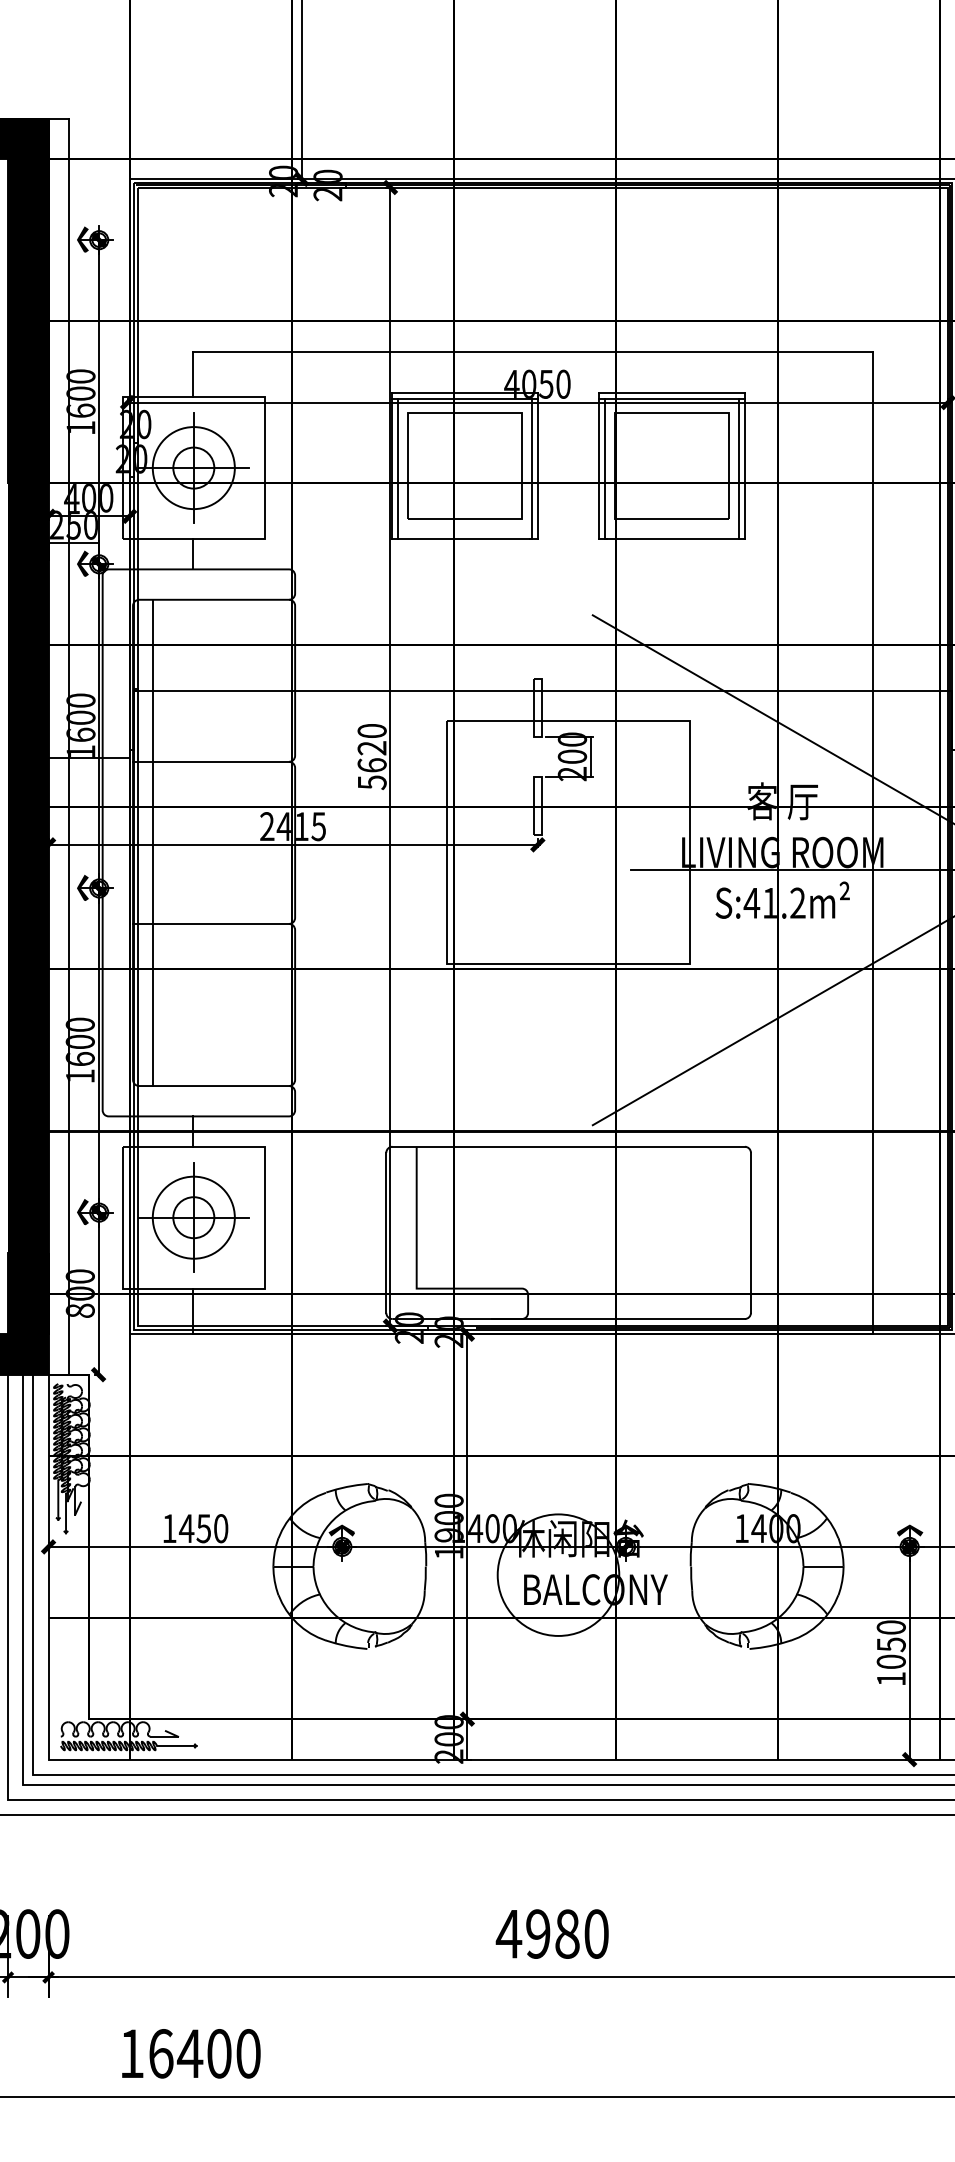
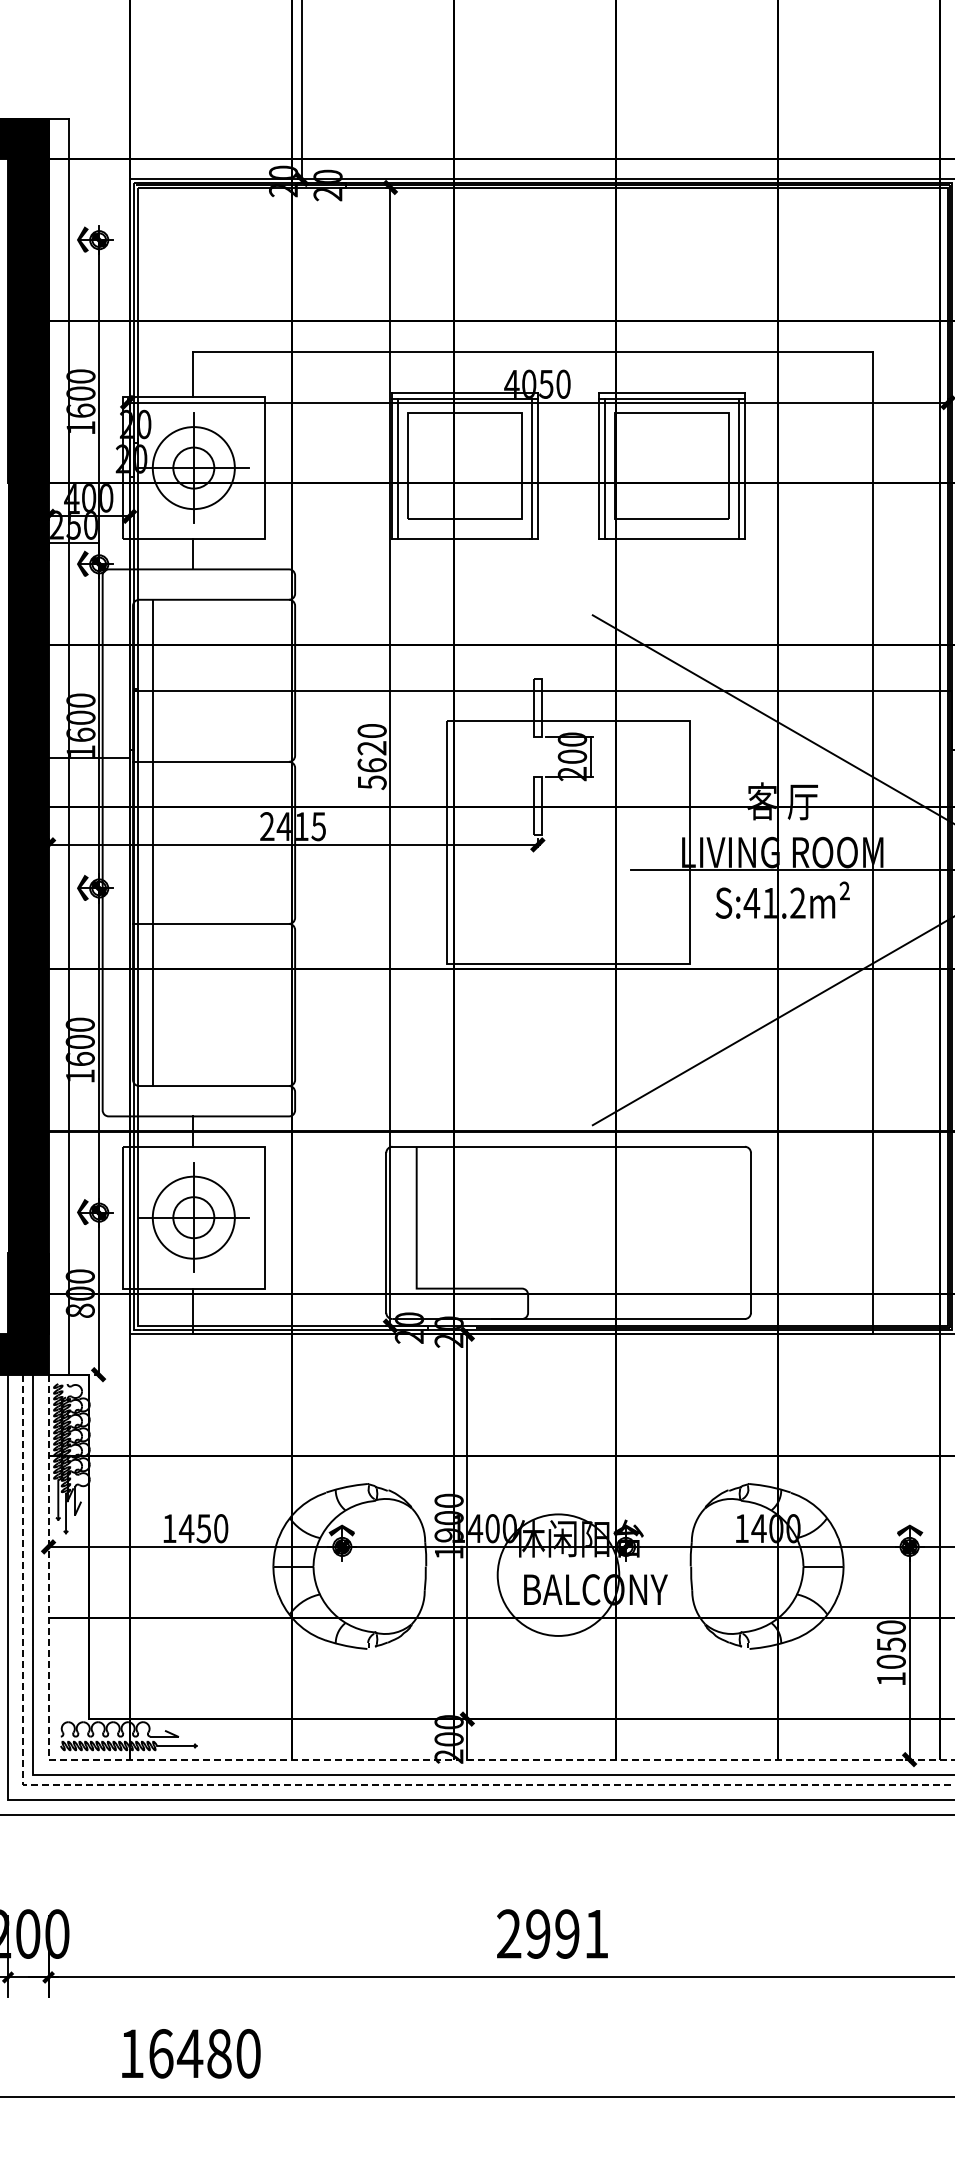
line at (309, 1759): solid -> dashed
line at (283, 1784): solid -> dashed
text at (551, 1933): 4980 -> 2991
text at (219, 2053): 16400 -> 16480
